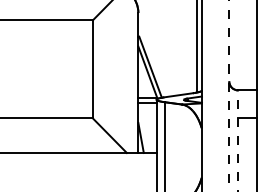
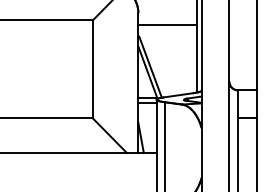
line at (167, 24): none -> present
line at (229, 95): dashed -> solid
line at (238, 140): dashed -> solid
